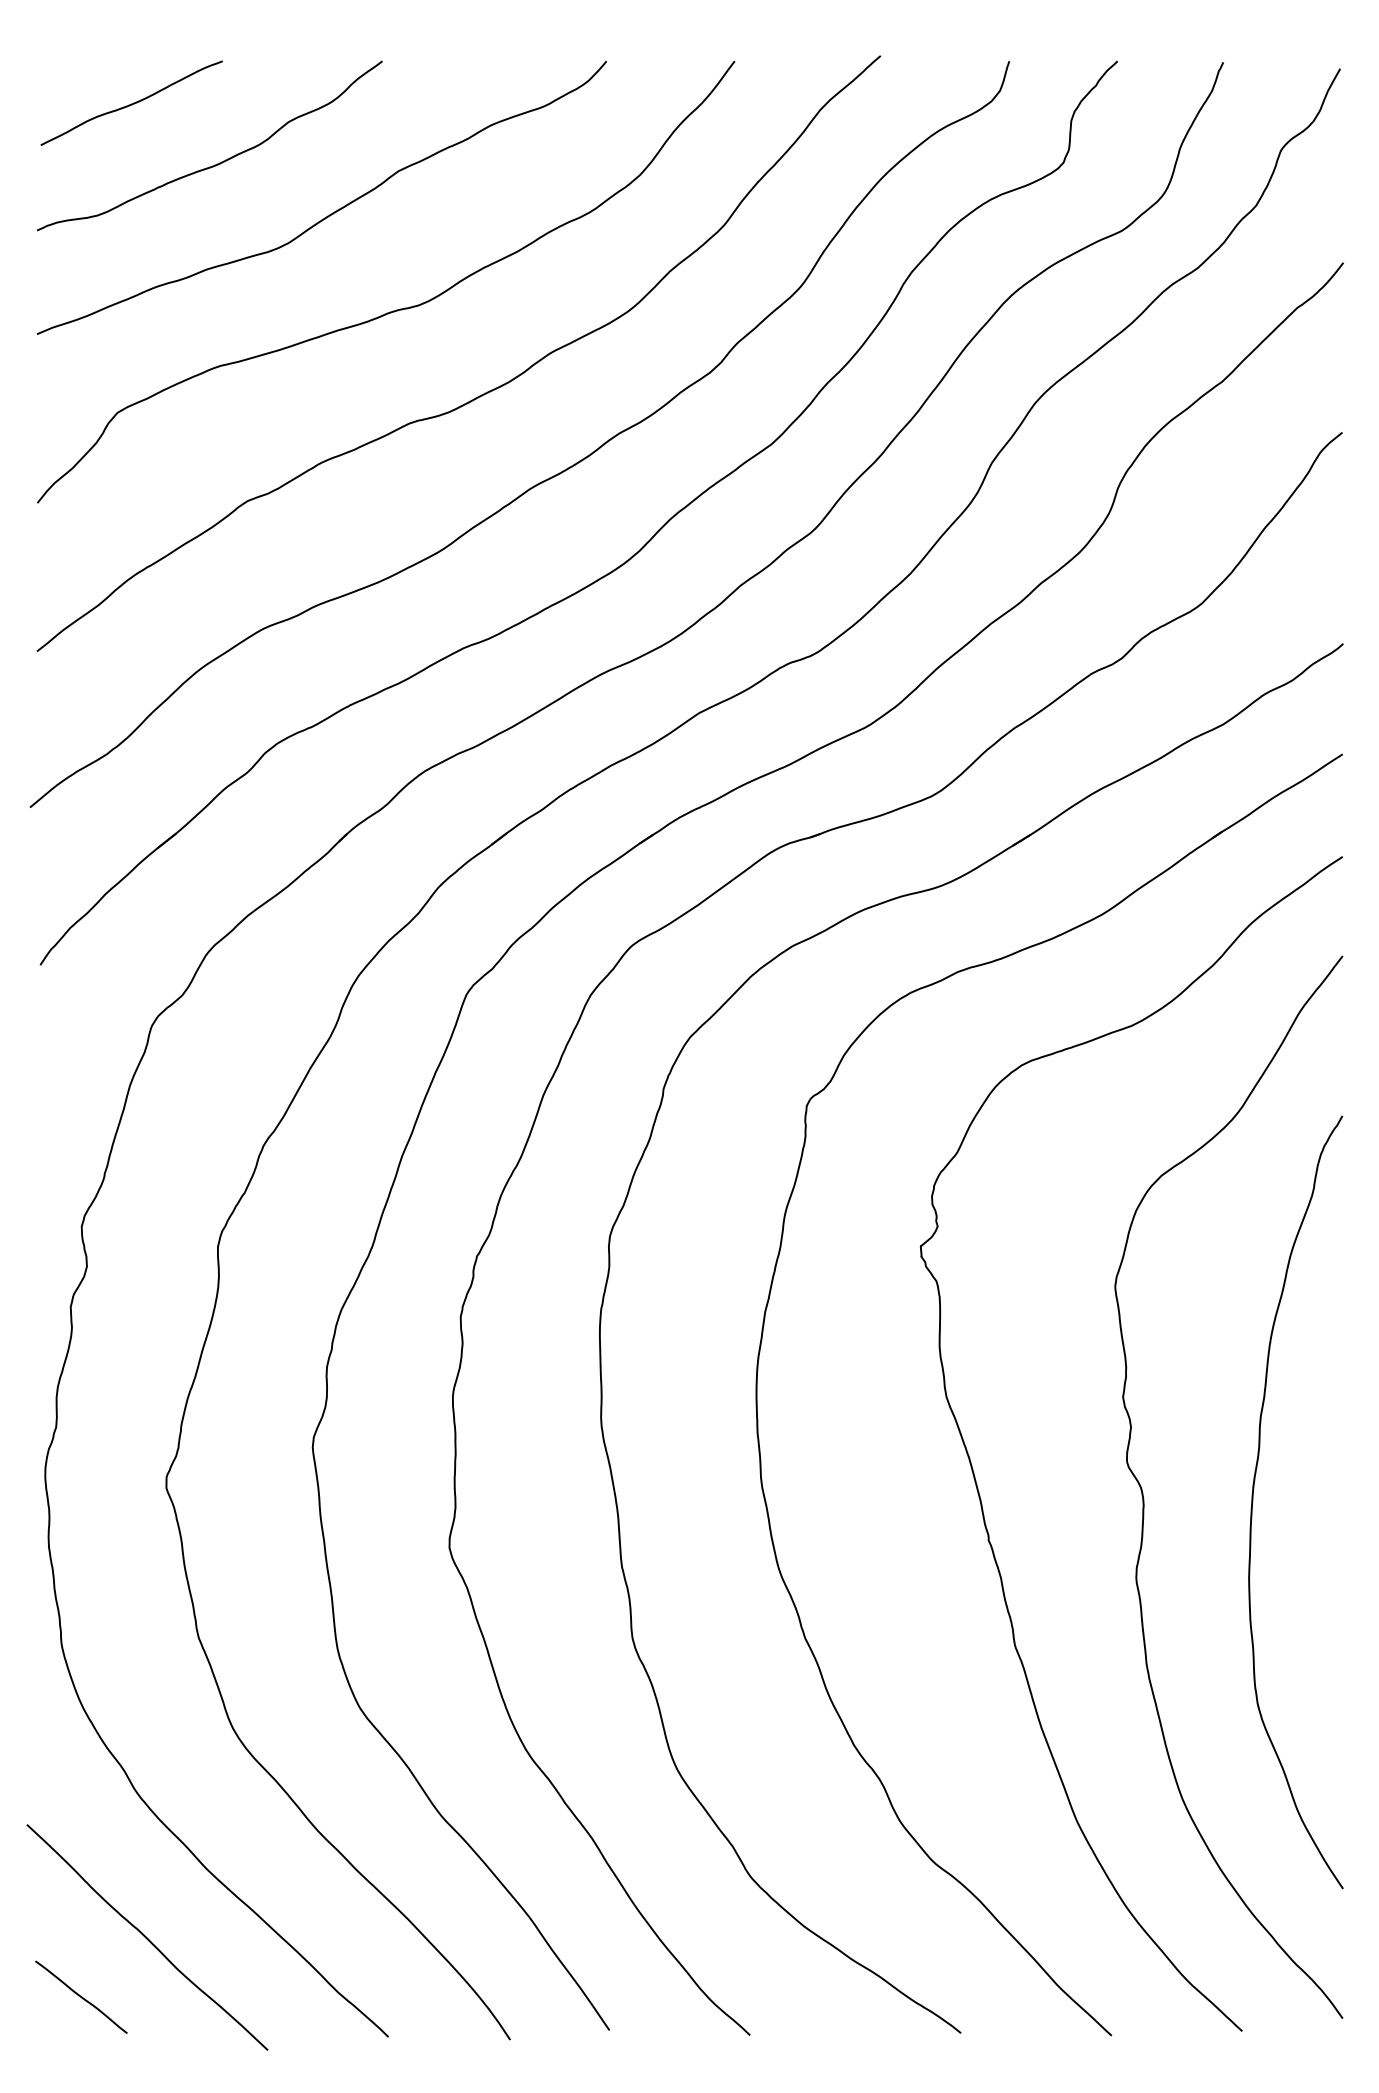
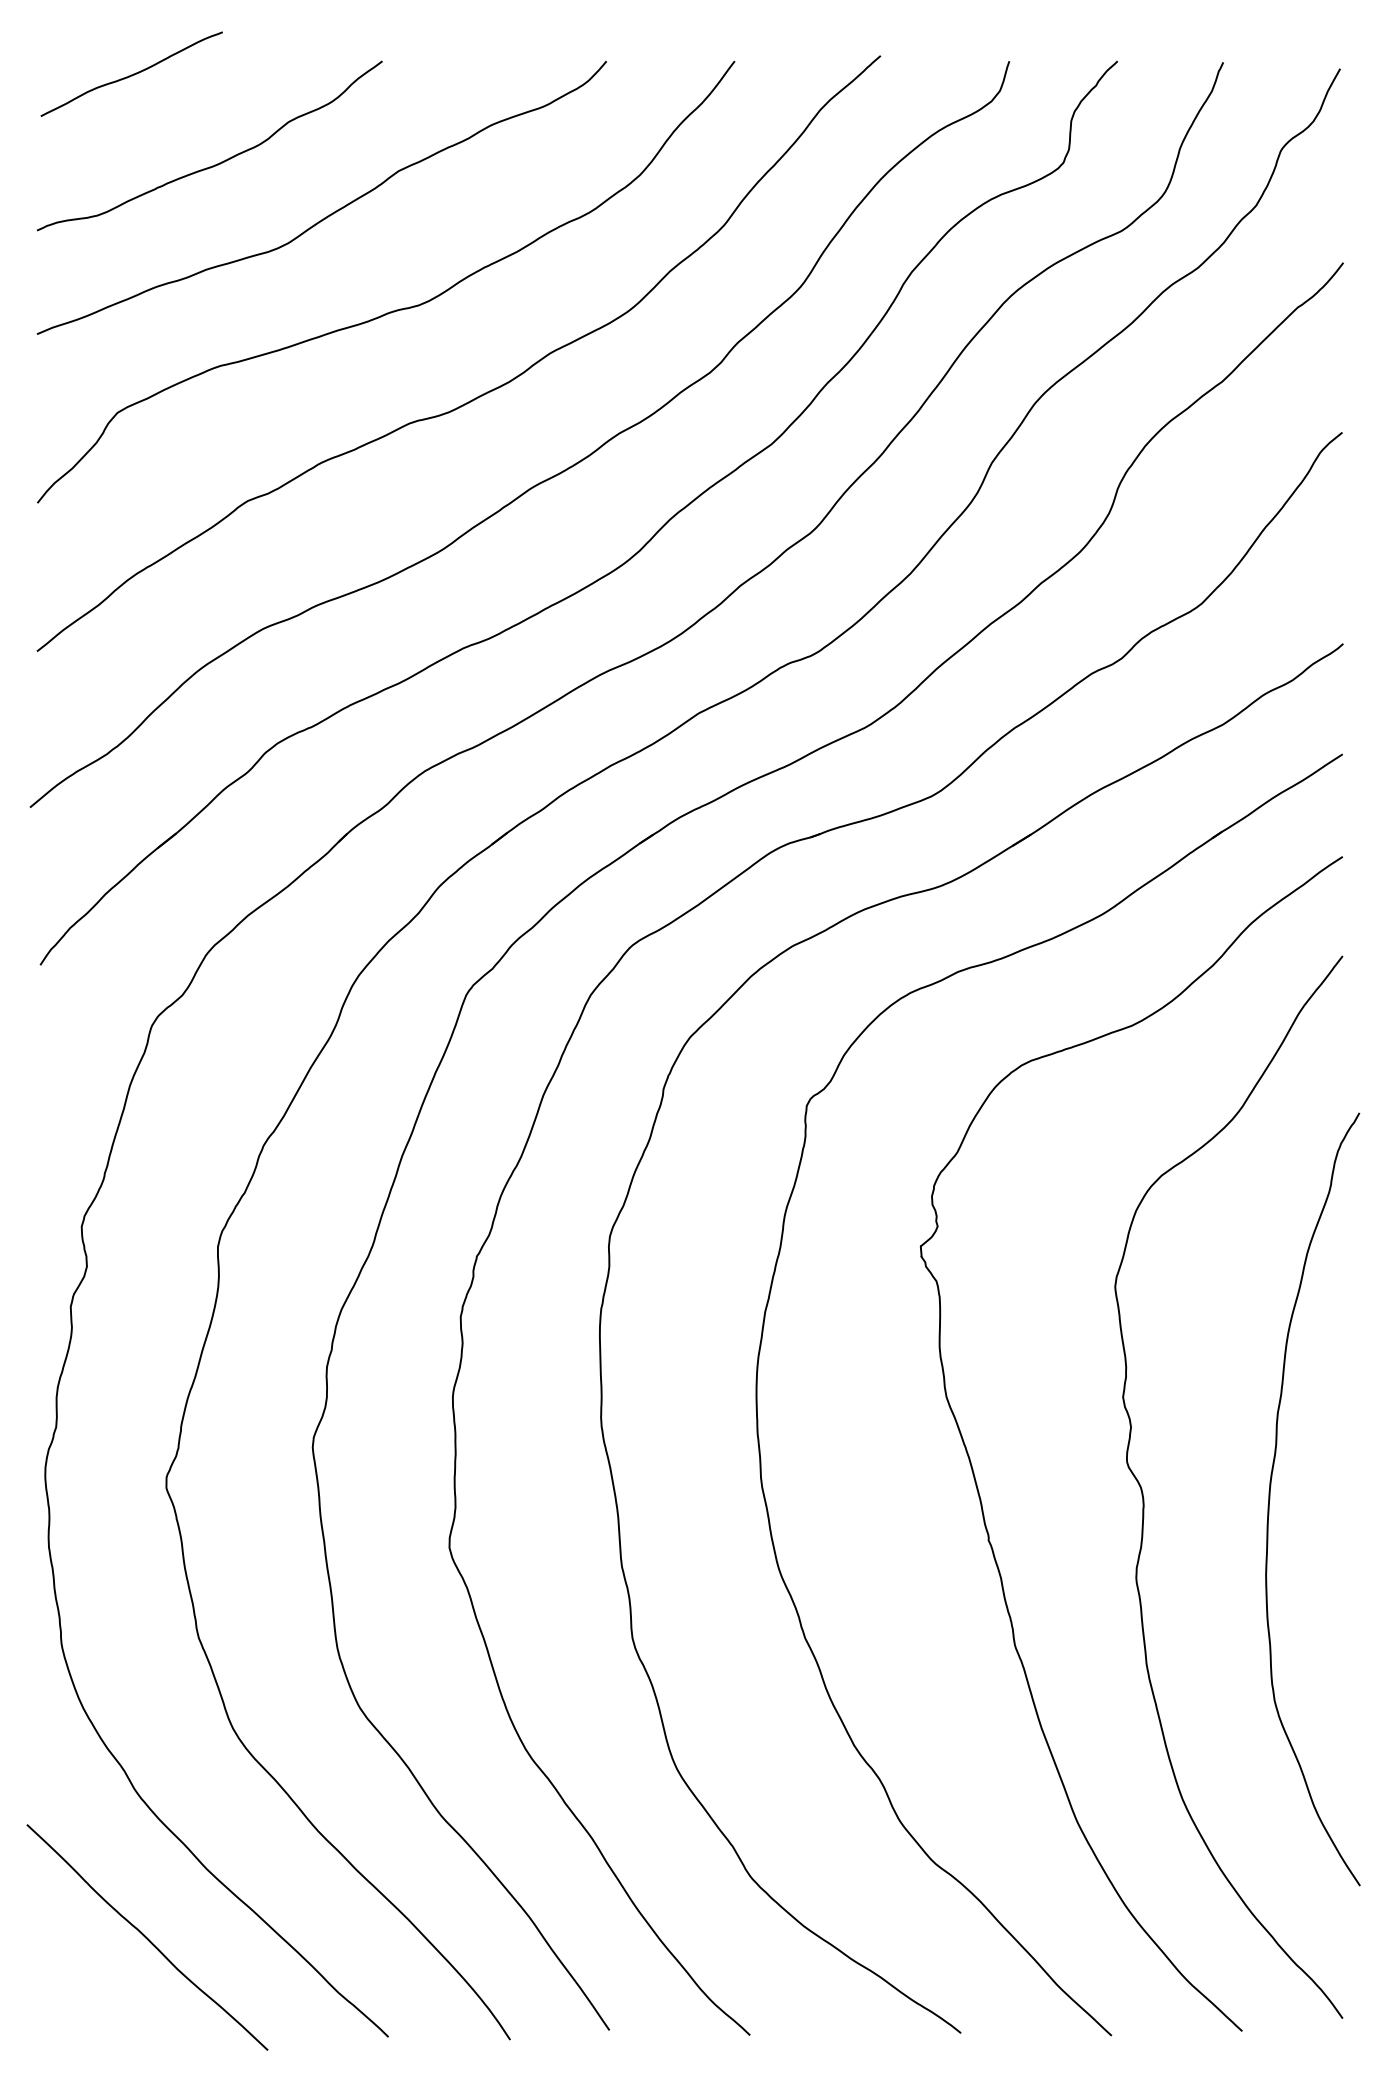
curve at (131, 103) position: (131, 103) -> (131, 74)
curve at (1253, 1502) position: (1253, 1502) -> (1270, 1499)
curve at (81, 1996): present -> none
